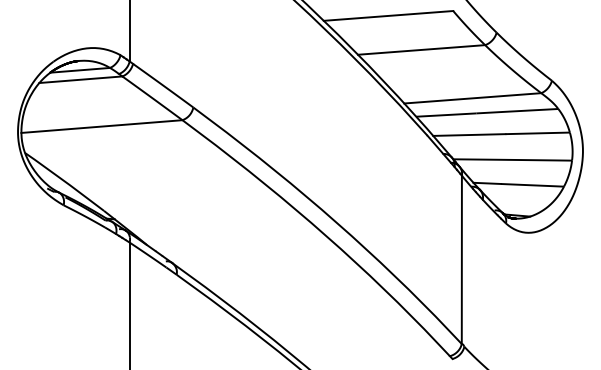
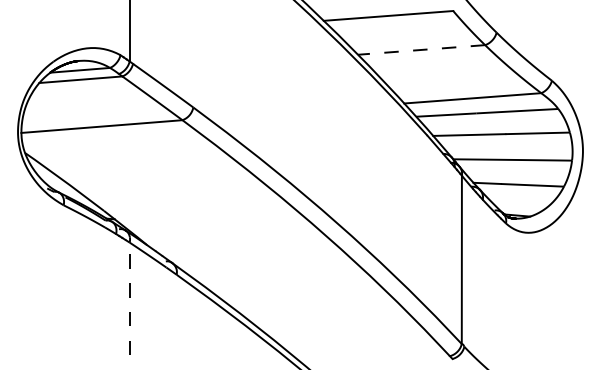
line at (421, 49): solid -> dashed
line at (129, 305): solid -> dashed
